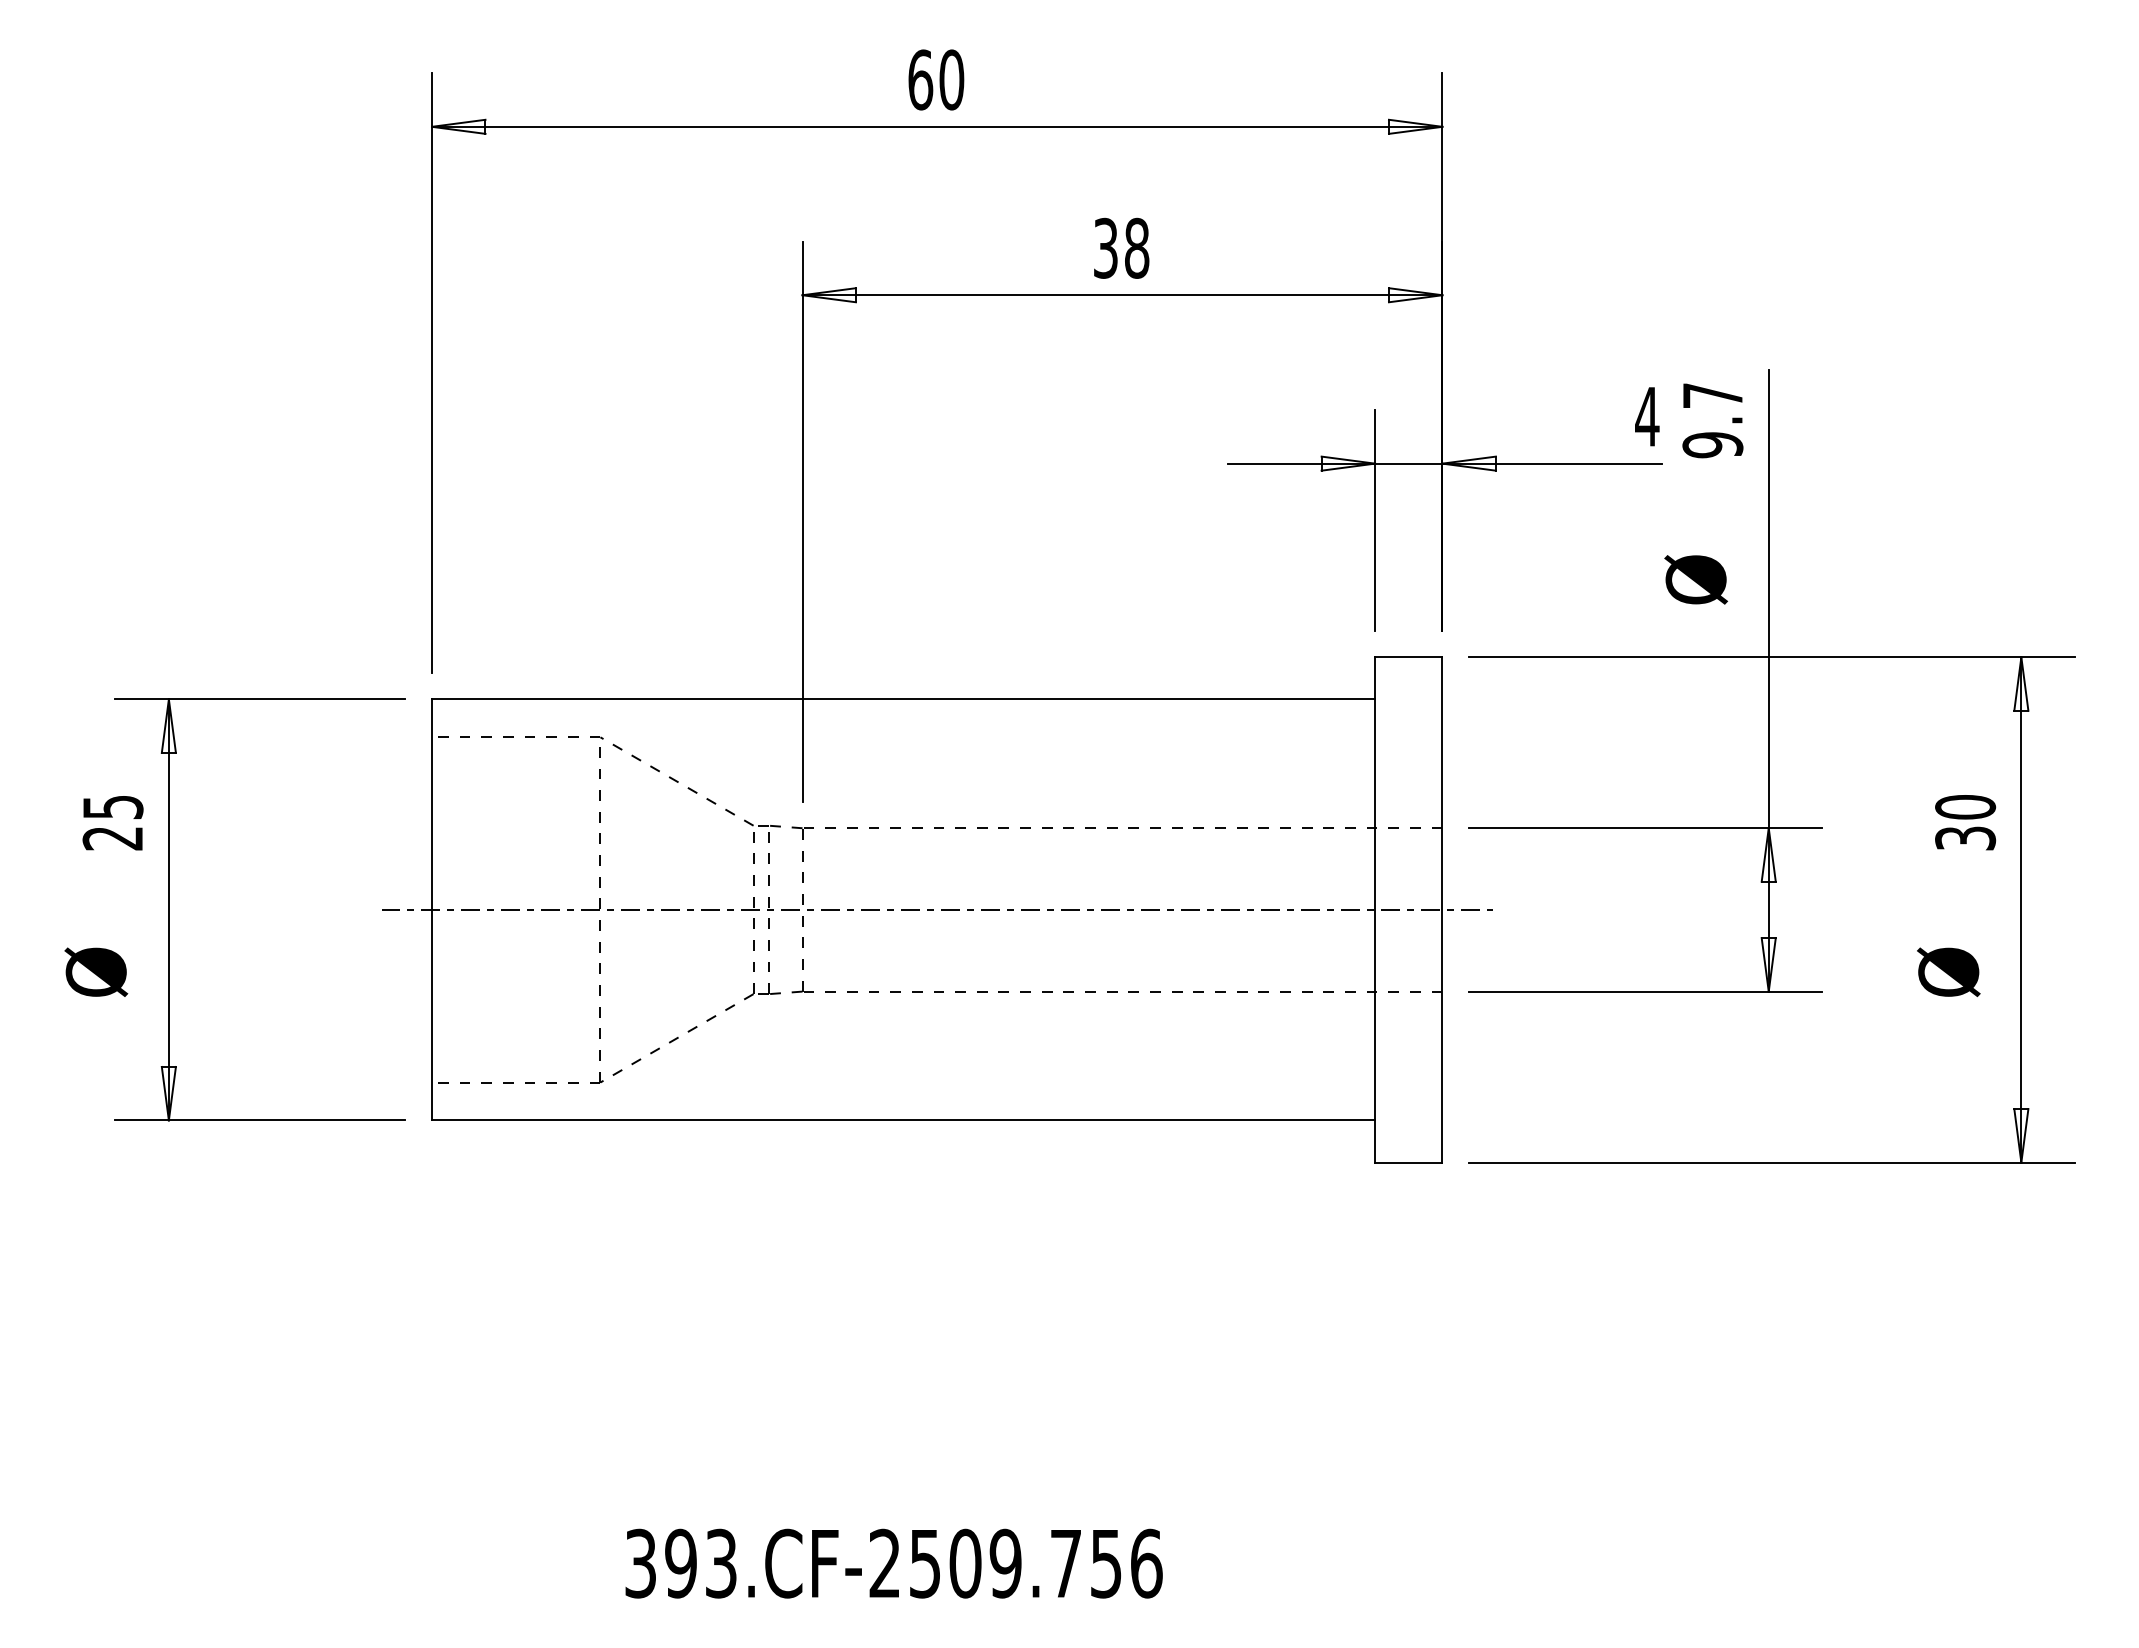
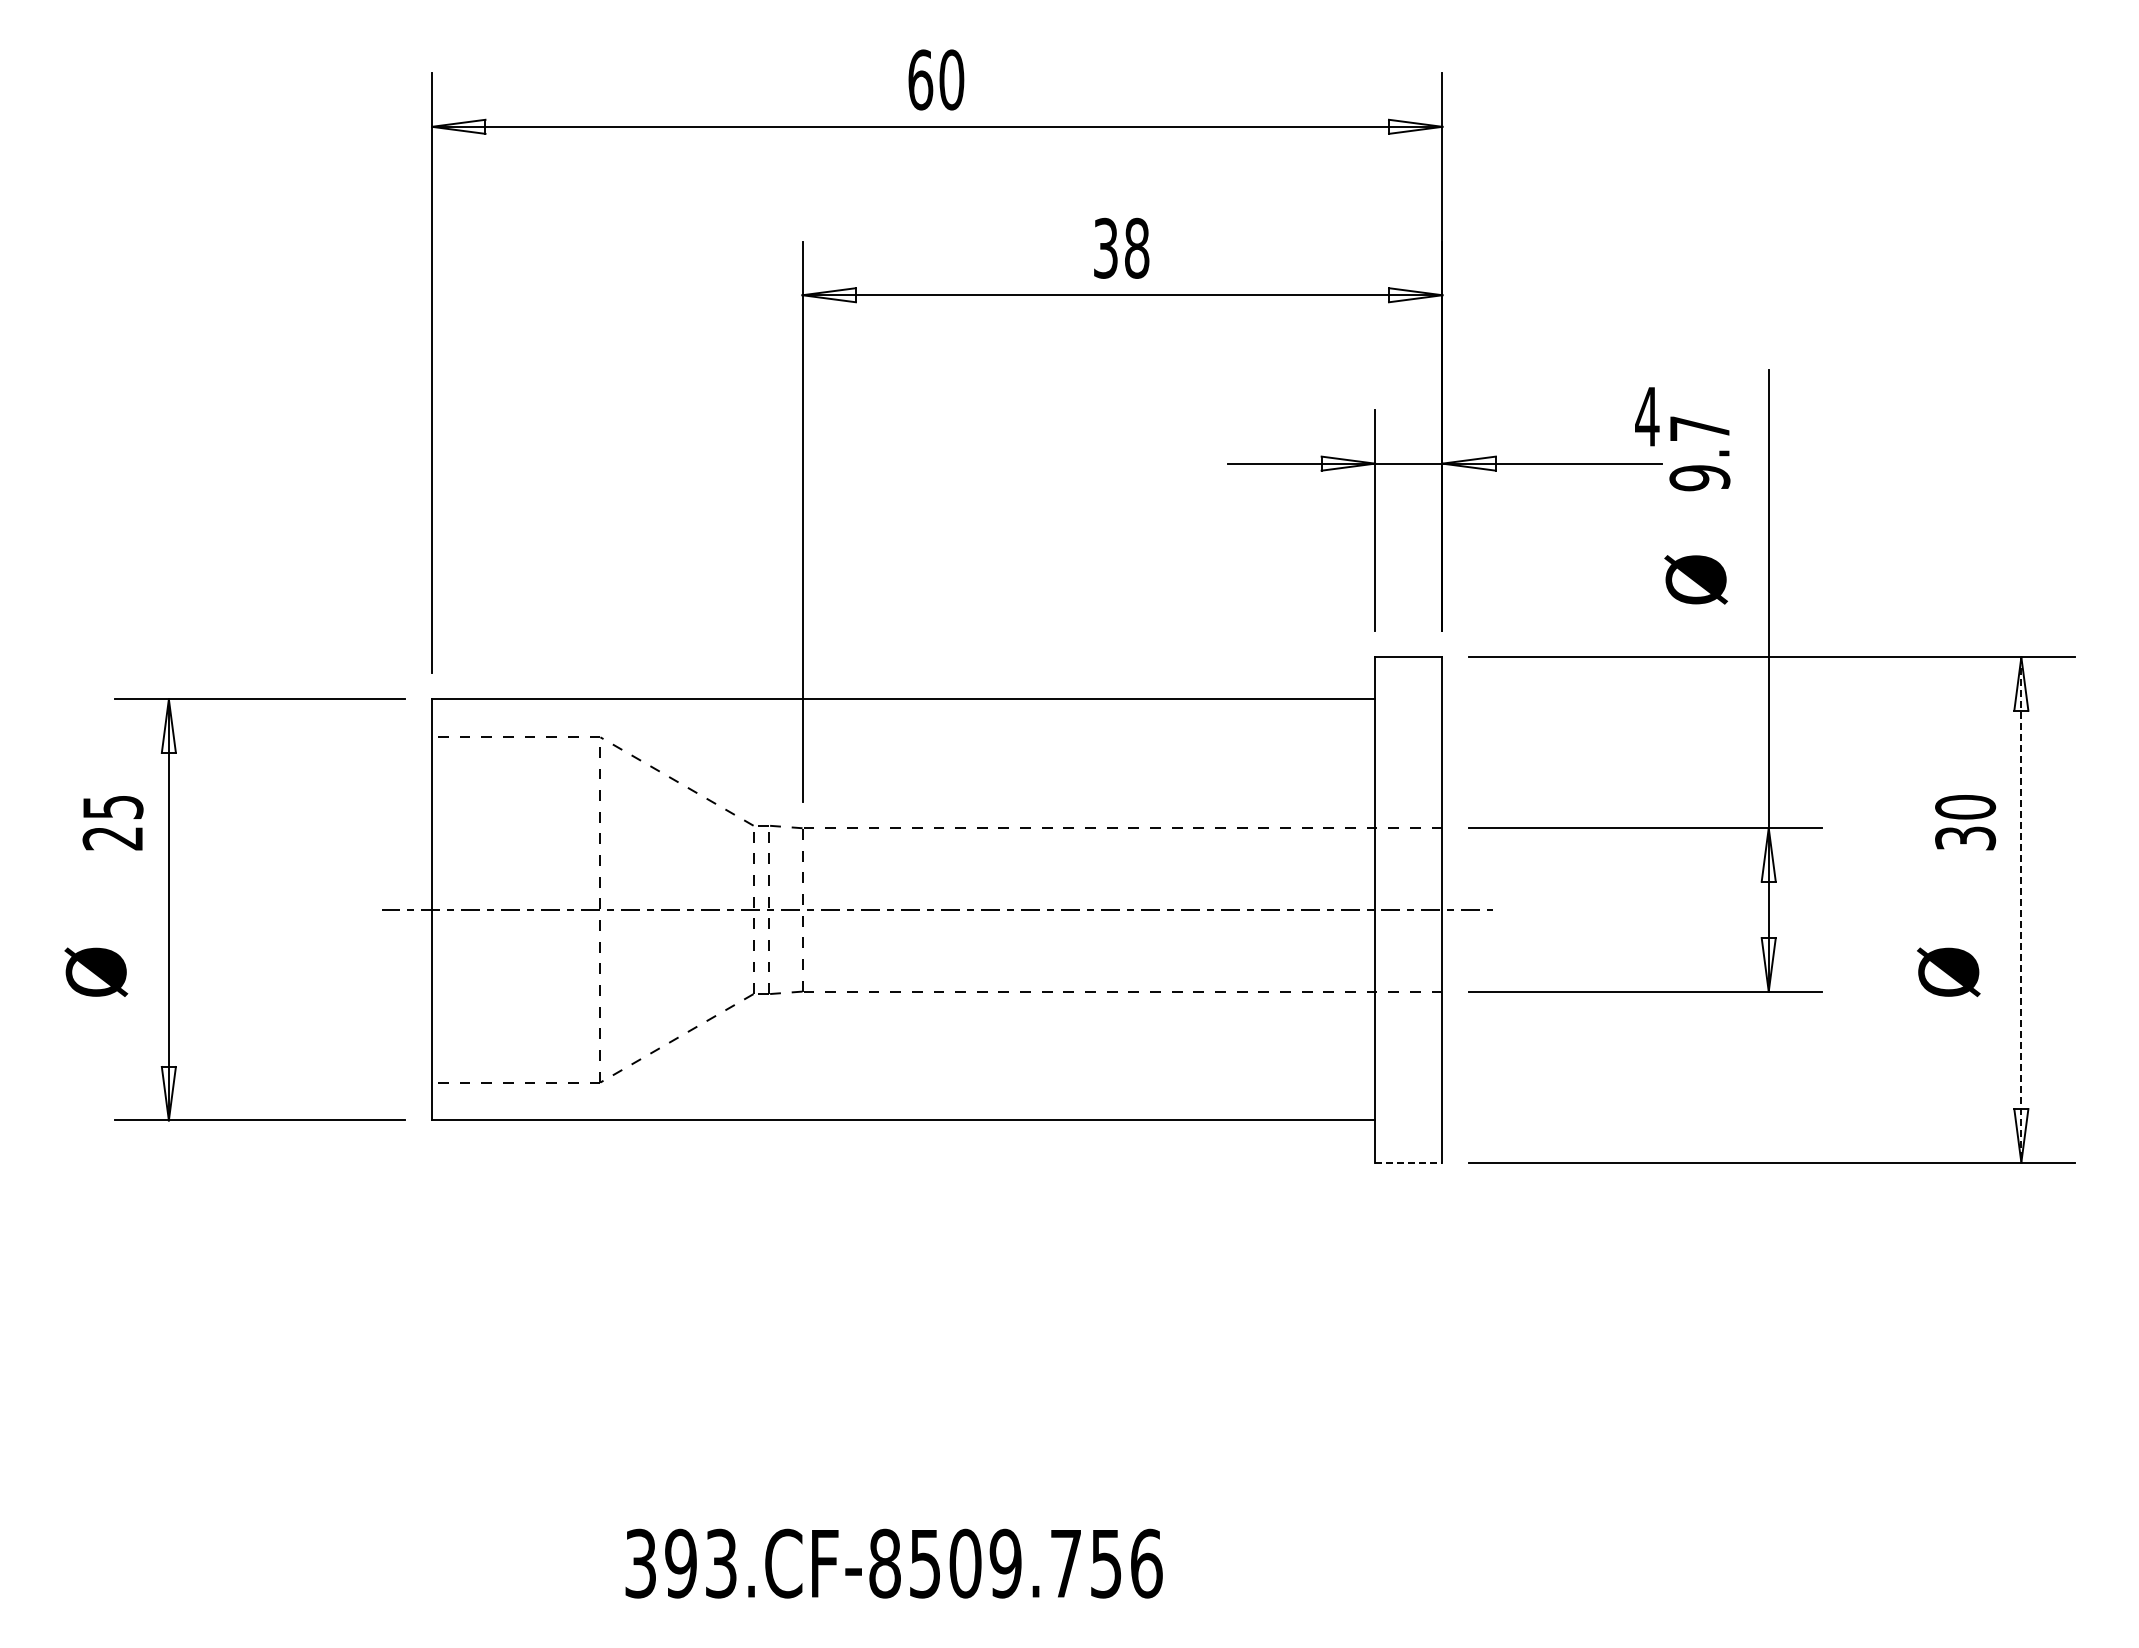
text at (1712, 420) position: (1712, 420) -> (1699, 453)
line at (2021, 909): solid -> dashed
line at (1408, 1162): solid -> dashed
text at (884, 1563): 393.CF-2509.756 -> 393.CF-8509.756
